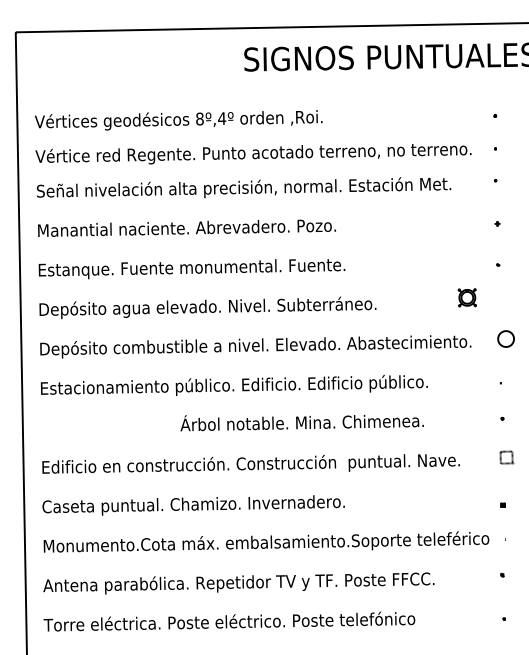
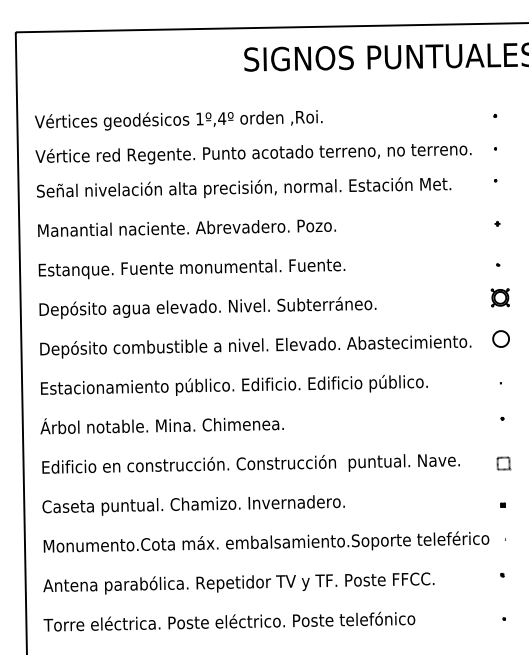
text at (199, 118): 8º,4º -> 1º,4º
part at (466, 297) position: (466, 297) -> (499, 297)
part at (505, 338) position: (505, 338) -> (500, 338)
text at (301, 423) position: (301, 423) -> (161, 426)
part at (506, 457) position: (506, 457) -> (503, 463)
